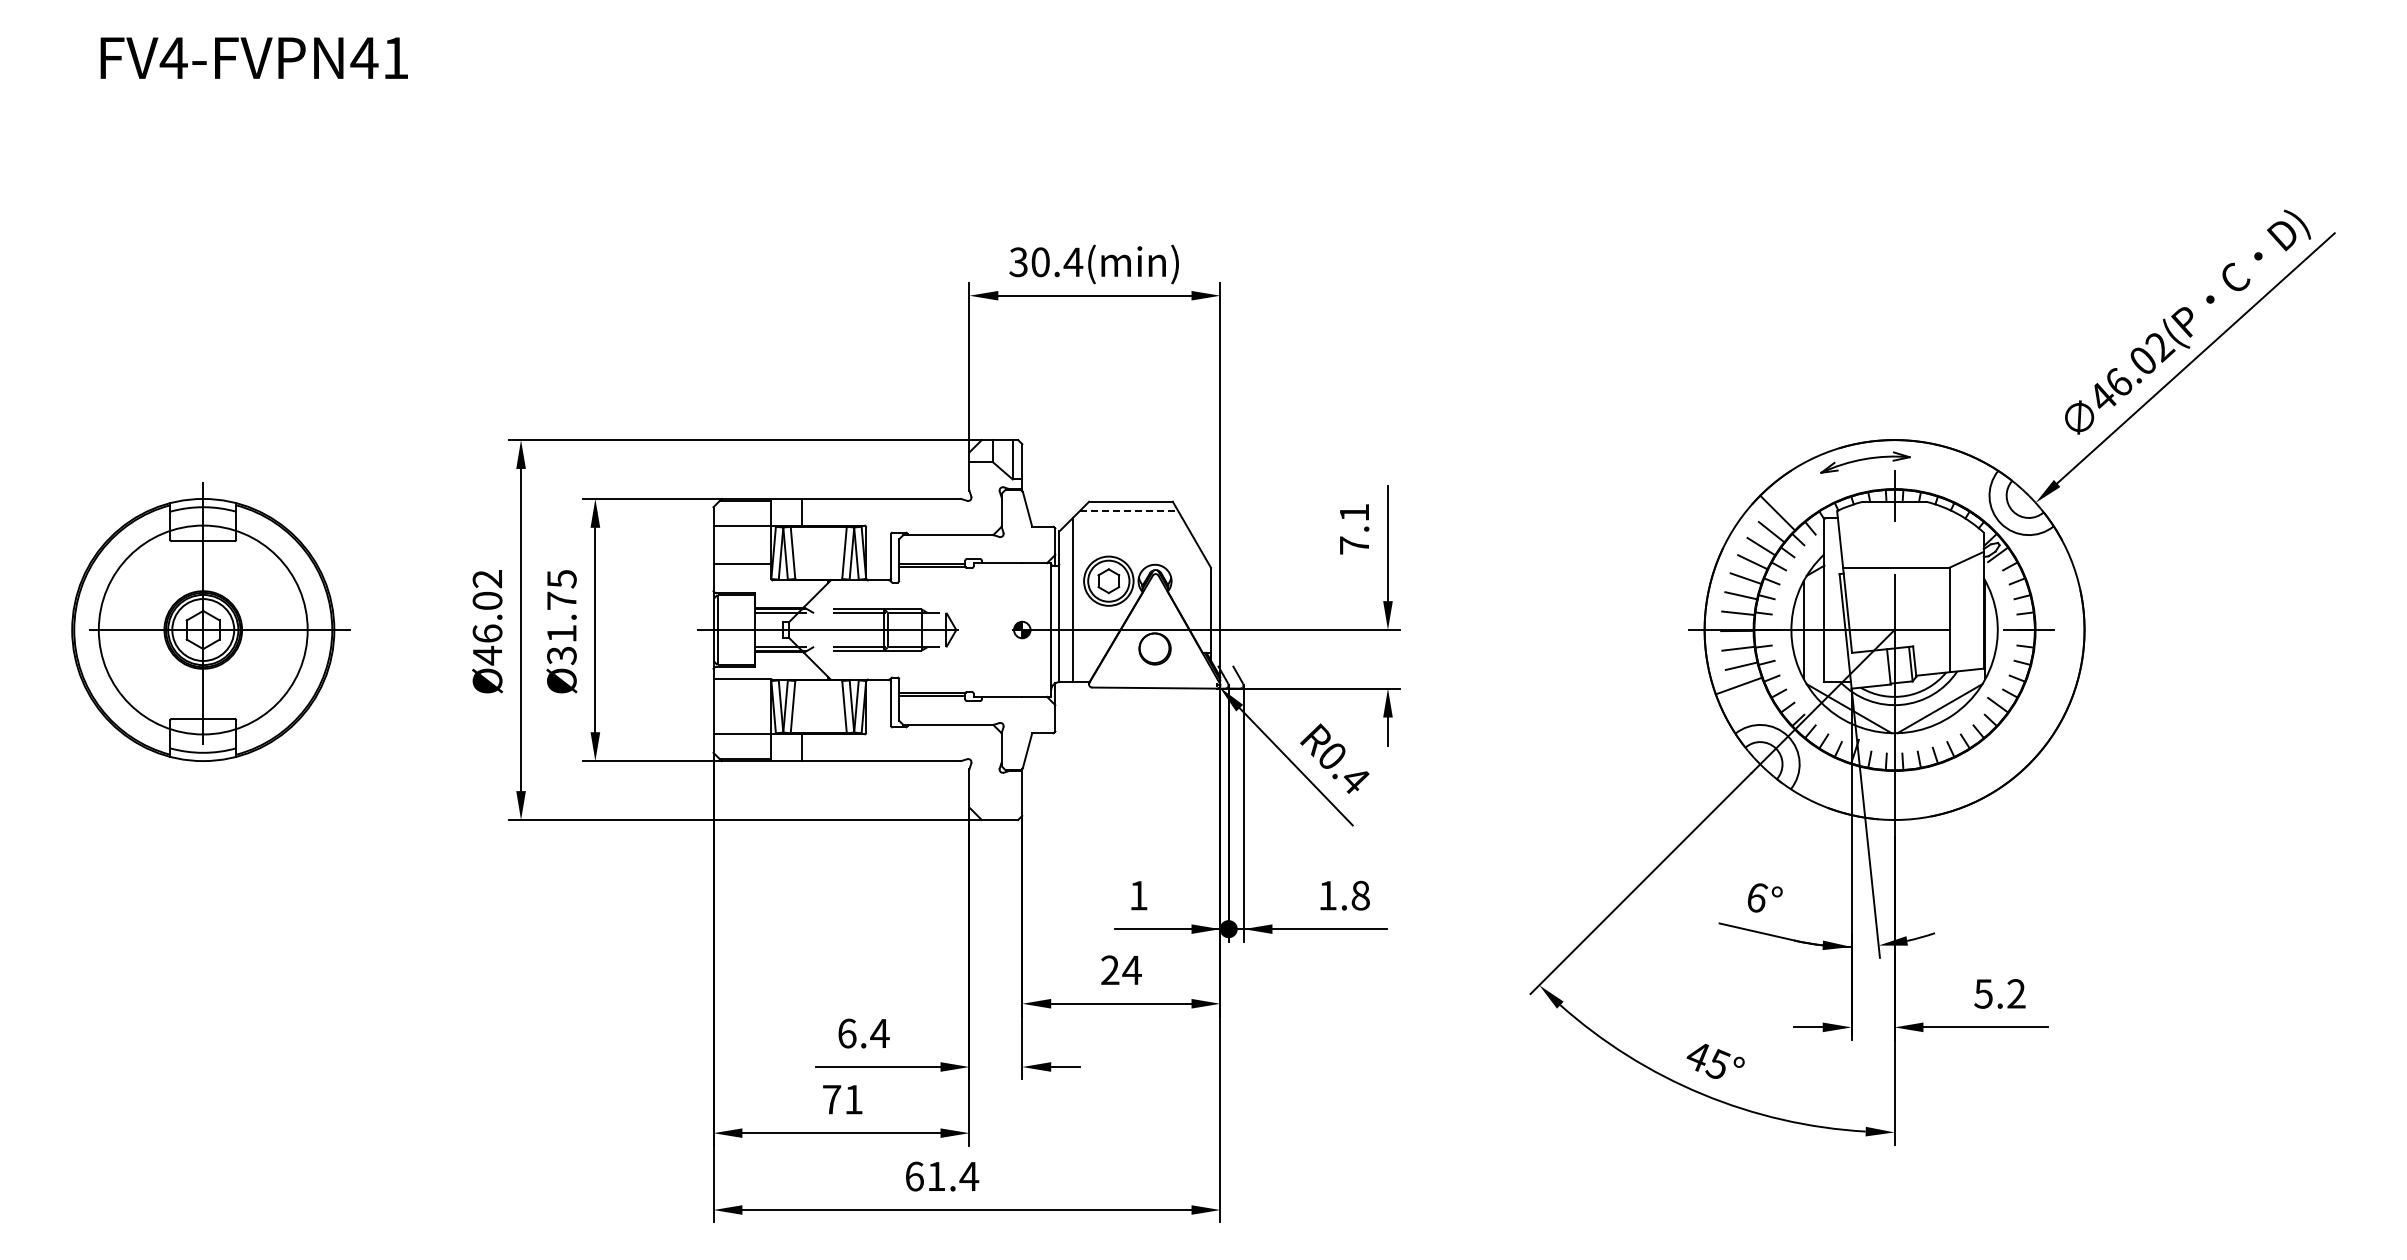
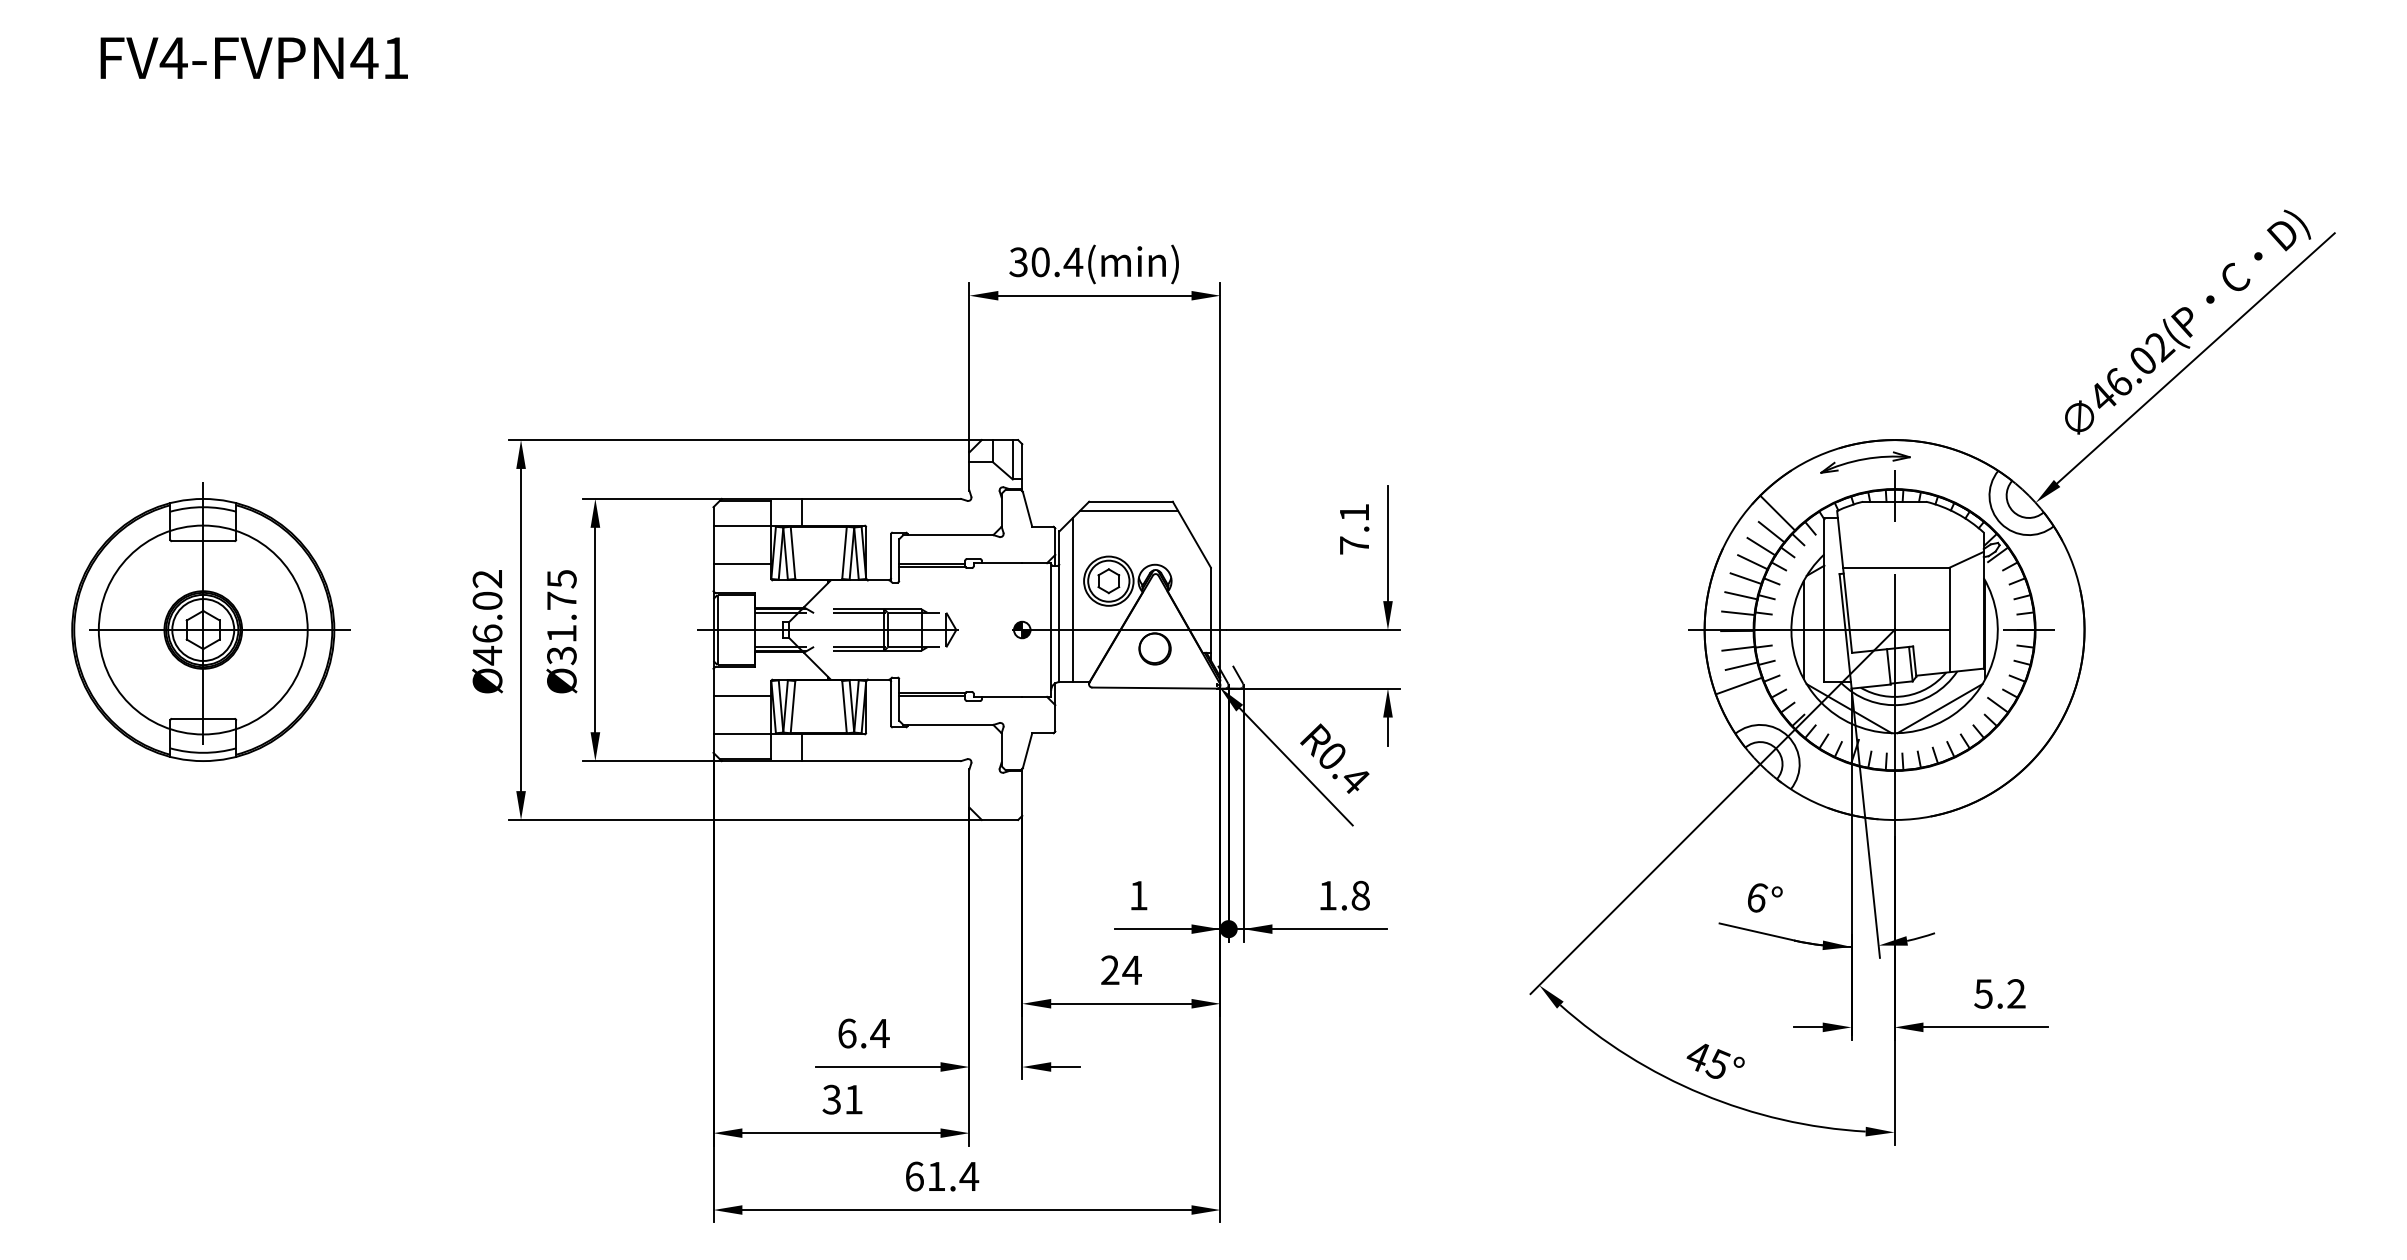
line at (1129, 511): dashed -> solid
line at (742, 679) position: (742, 679) -> (742, 696)
text at (831, 1099): 71 -> 31
